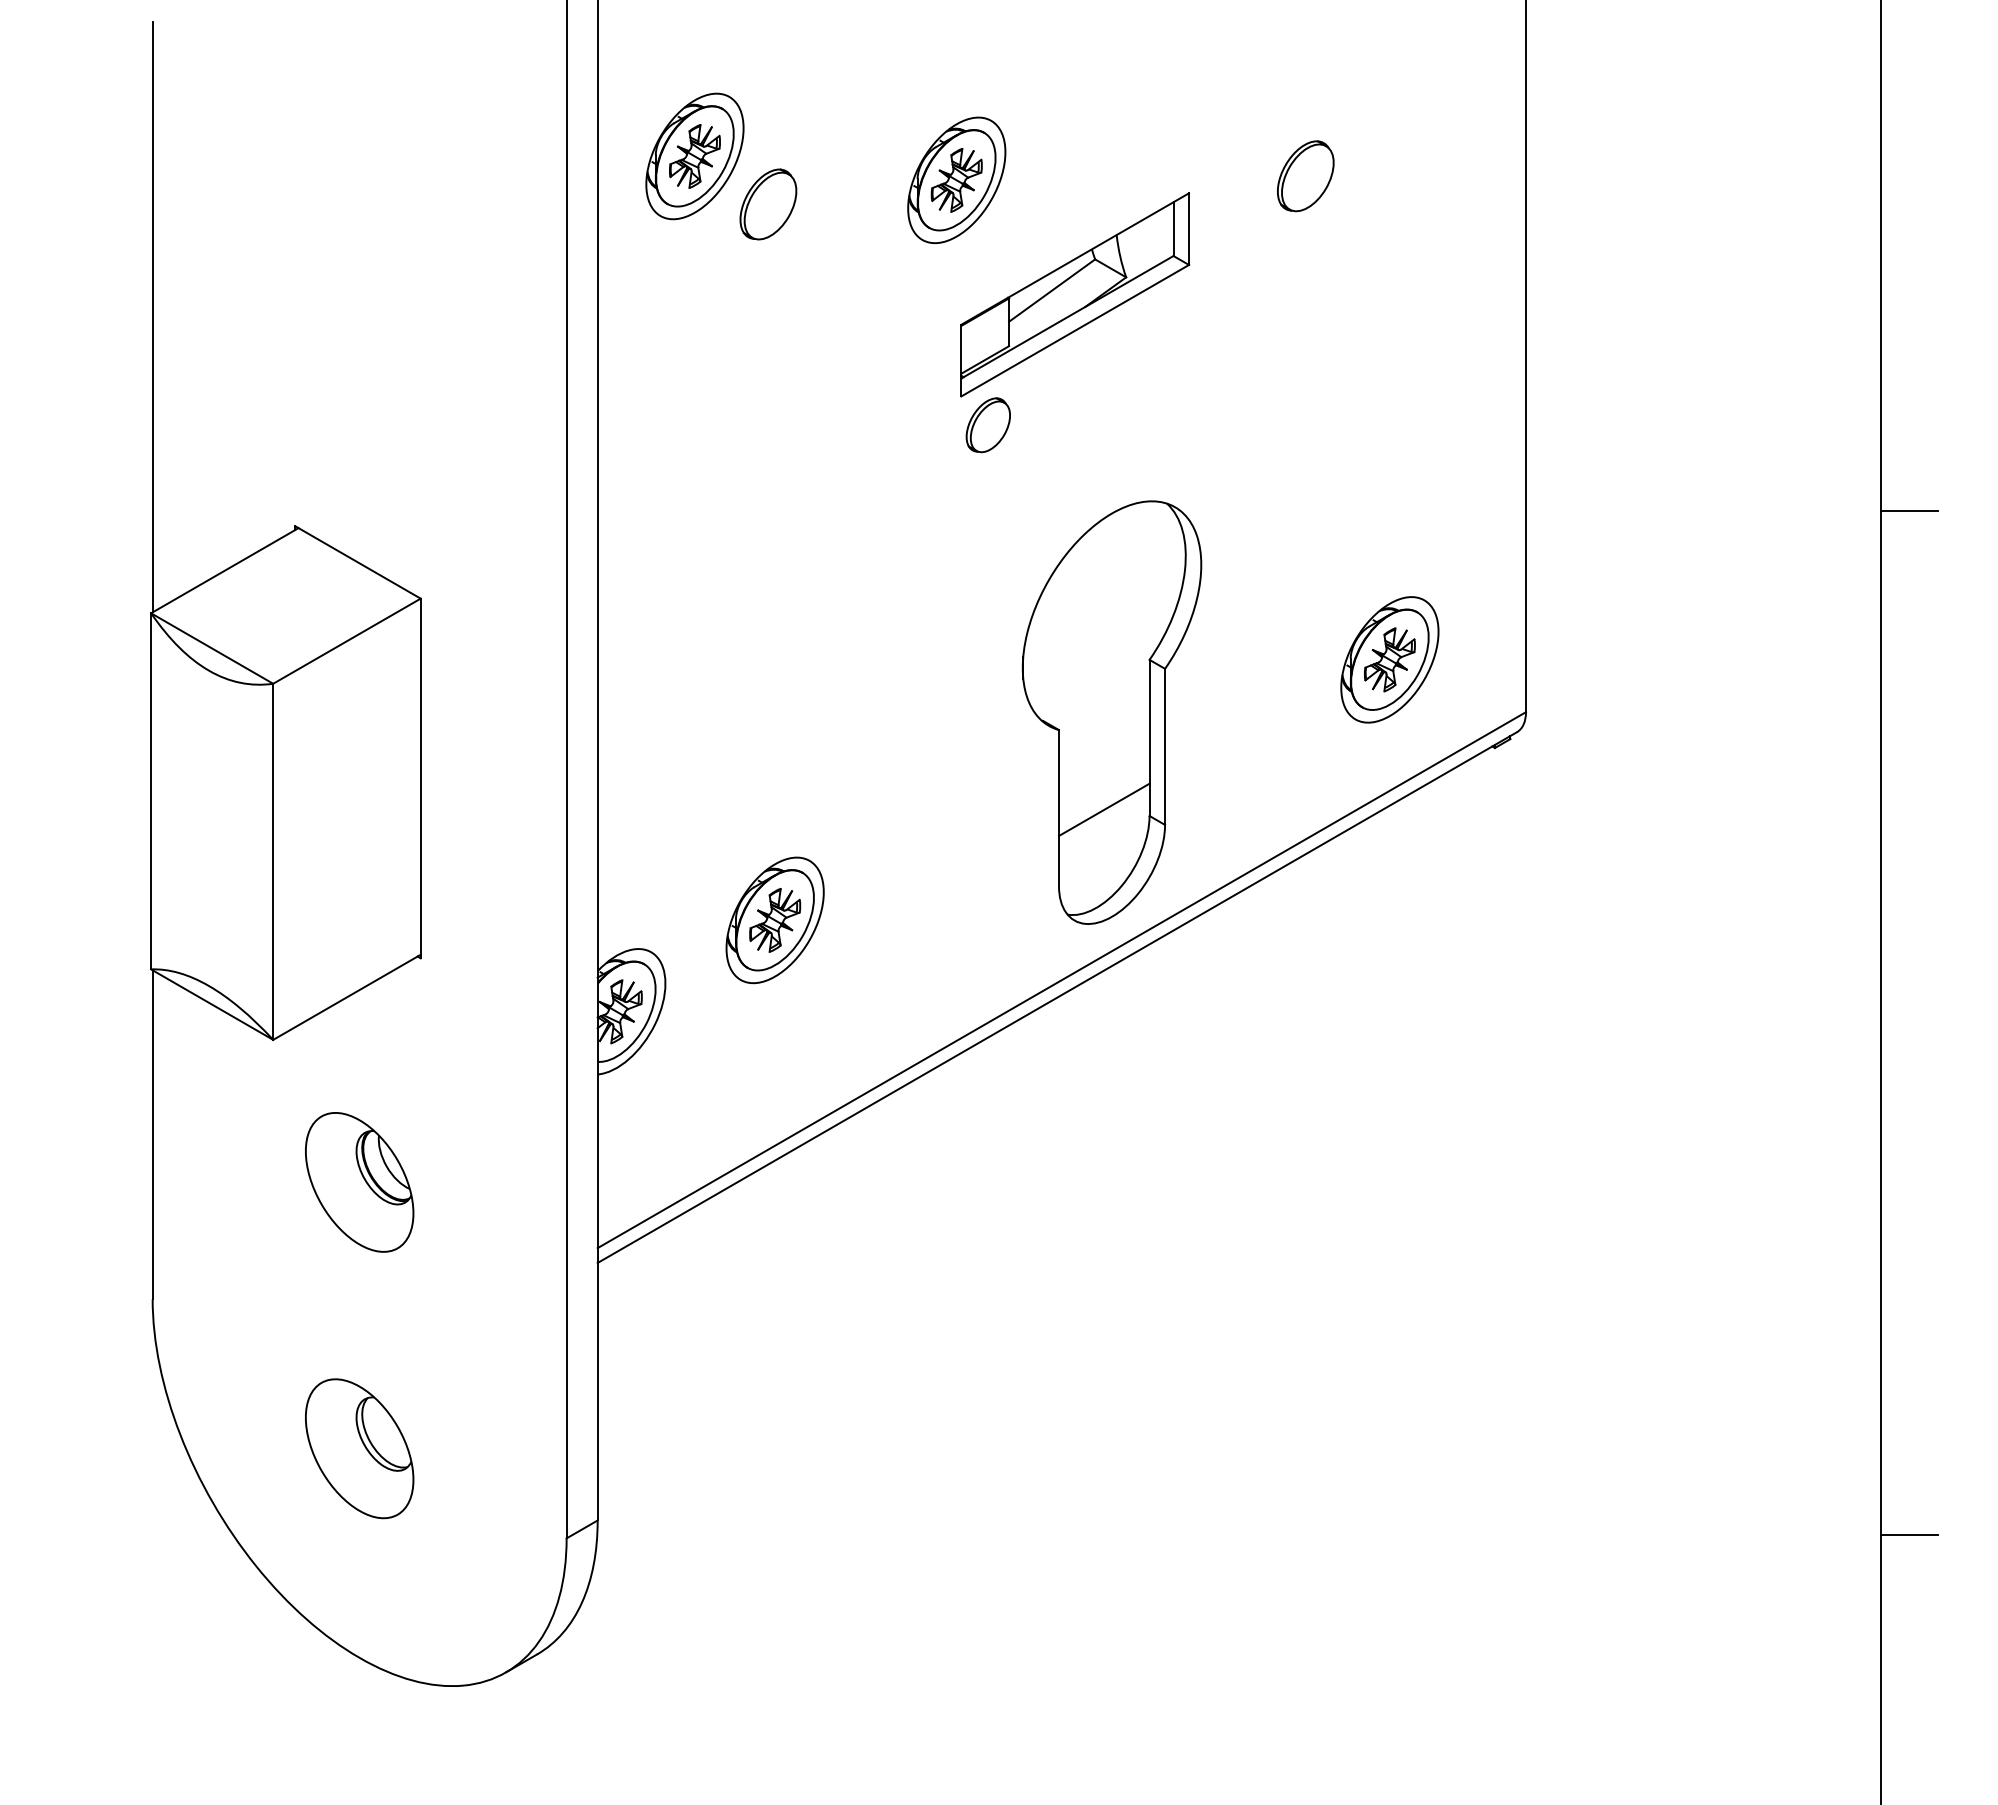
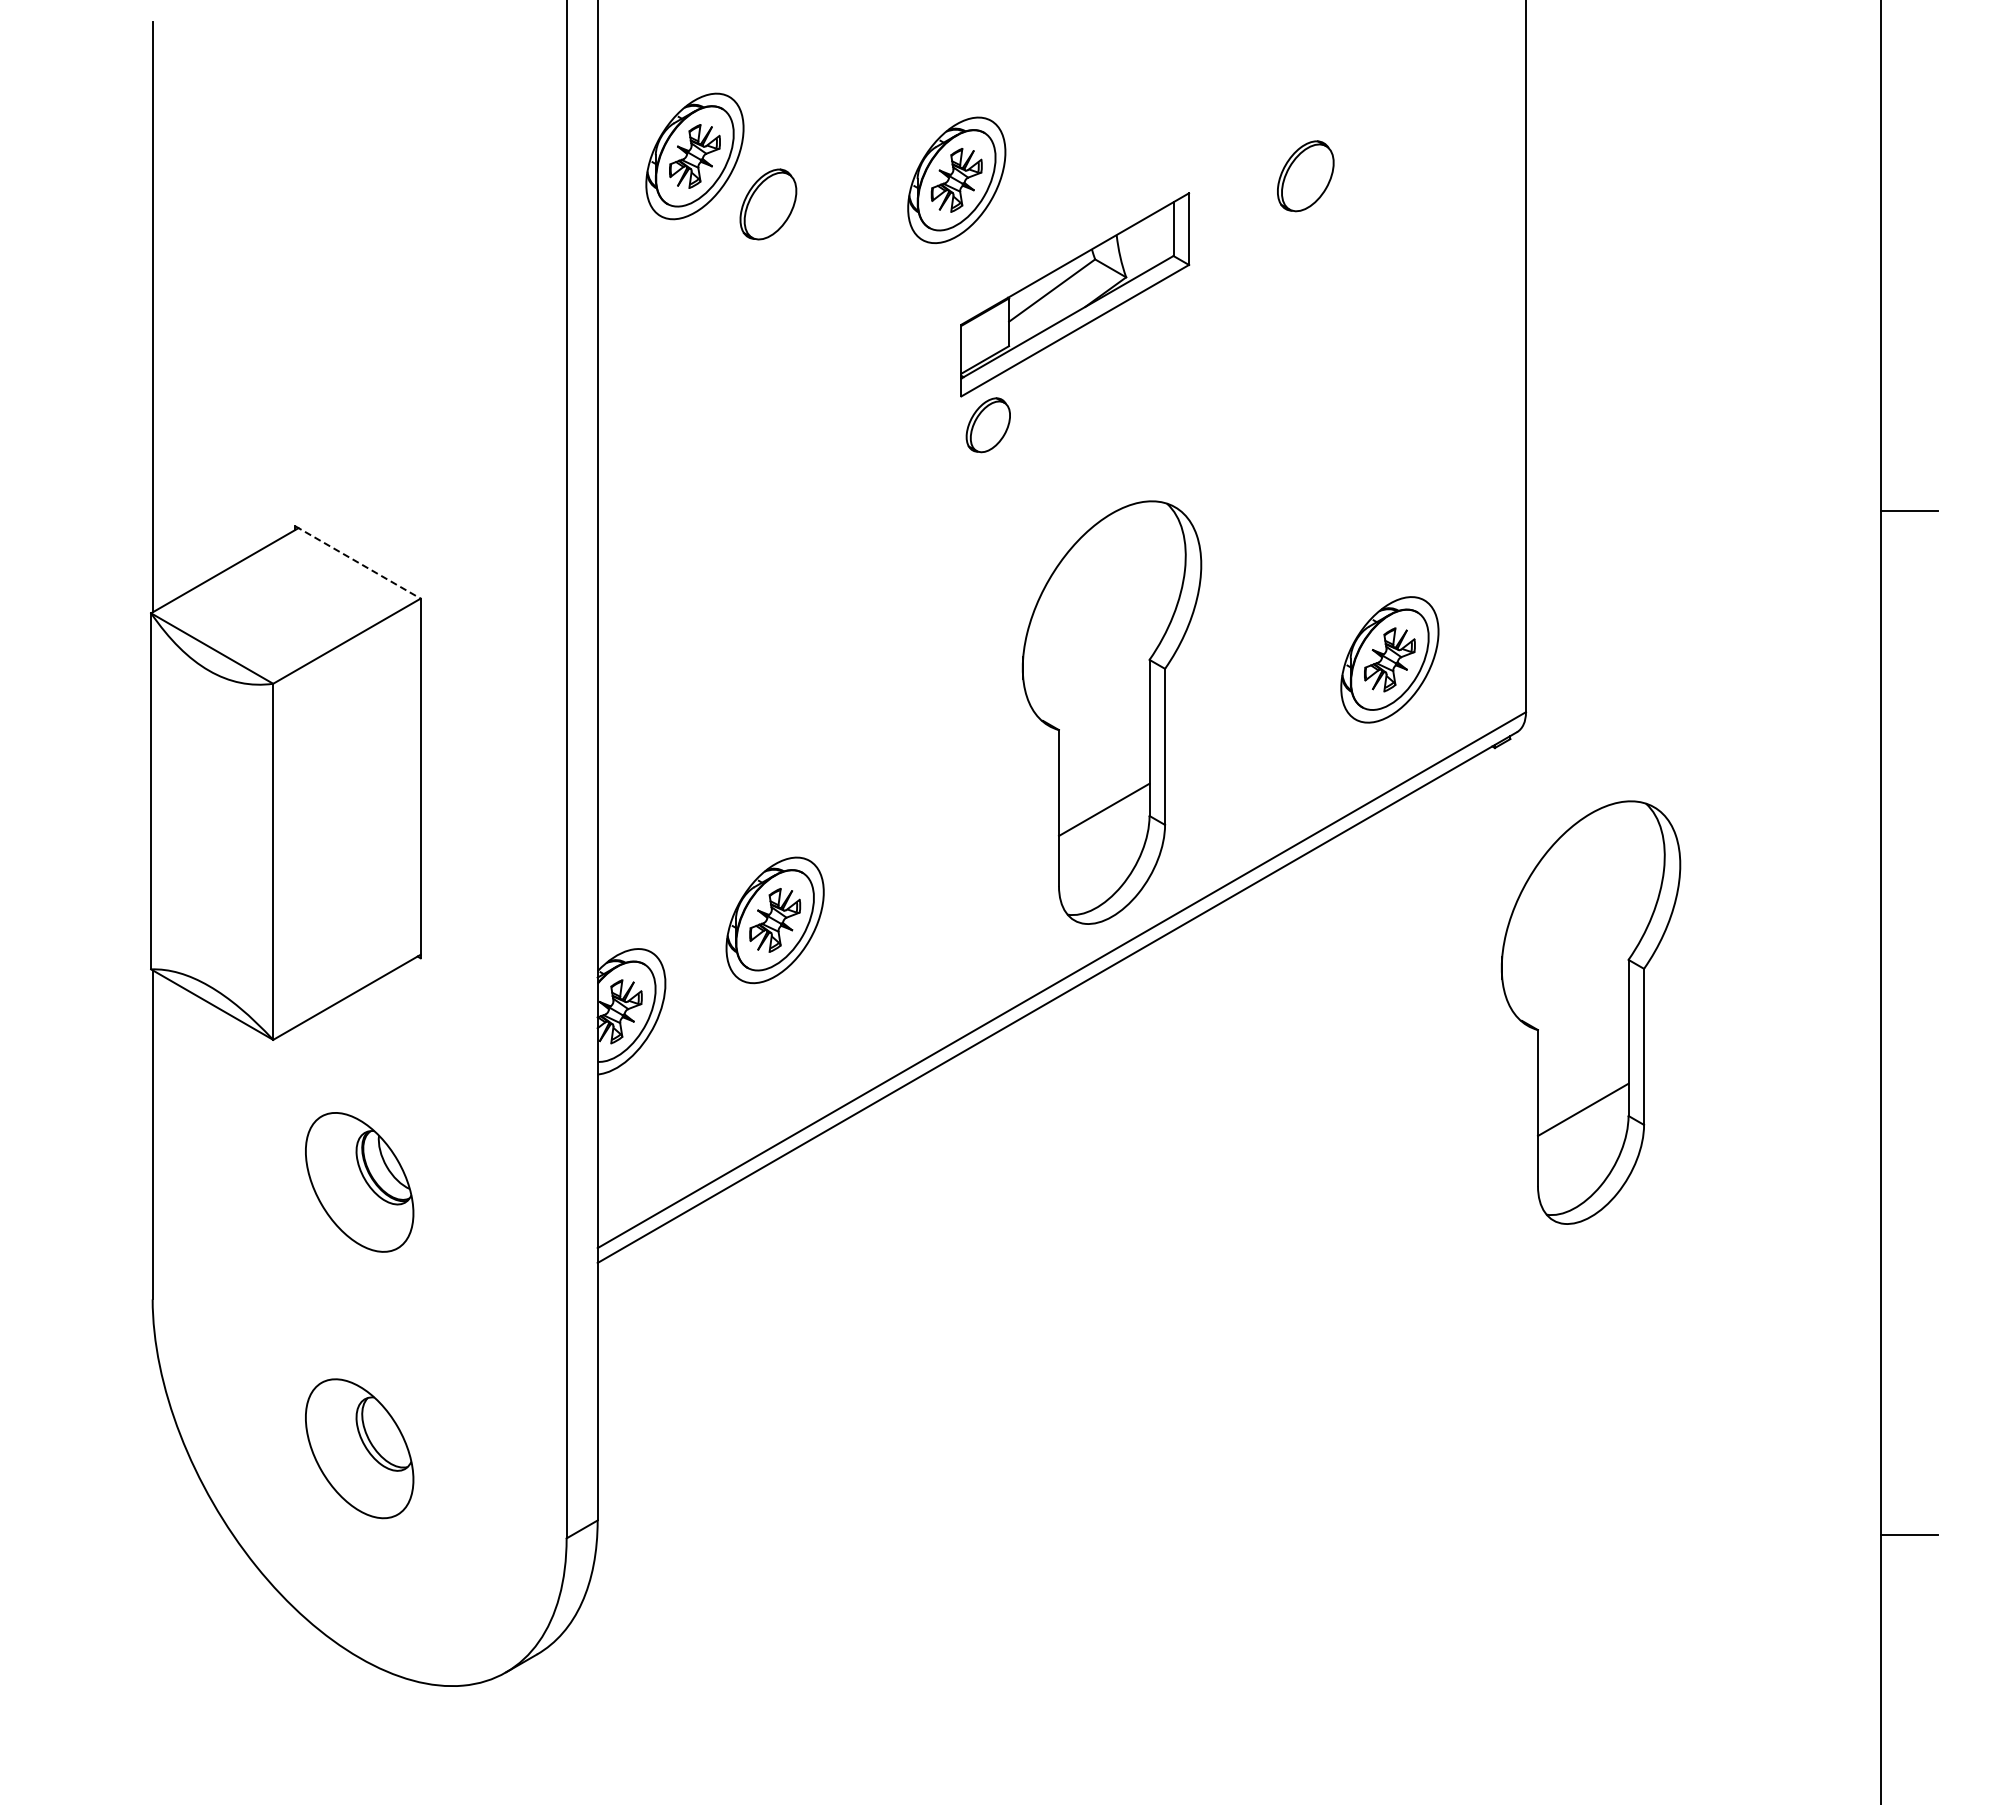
line at (358, 562): solid -> dashed
part at (1590, 1012): none -> present
